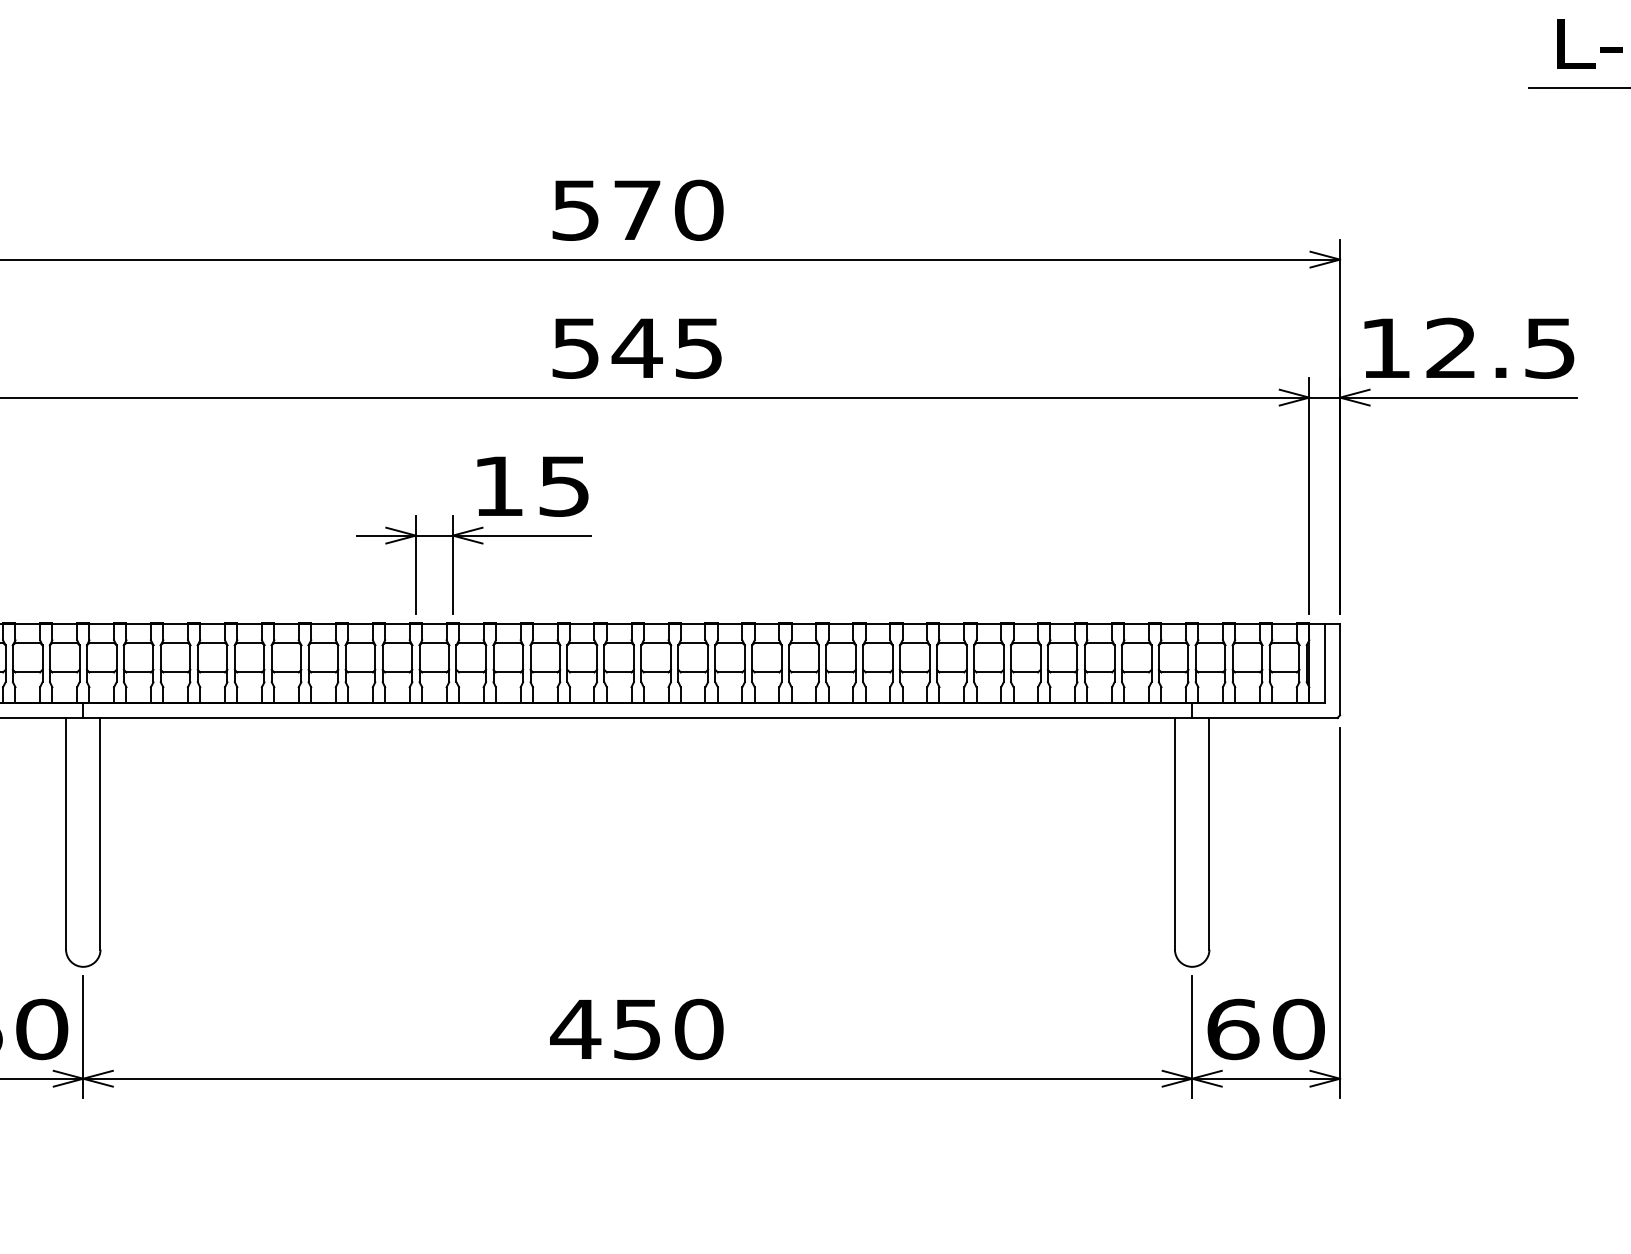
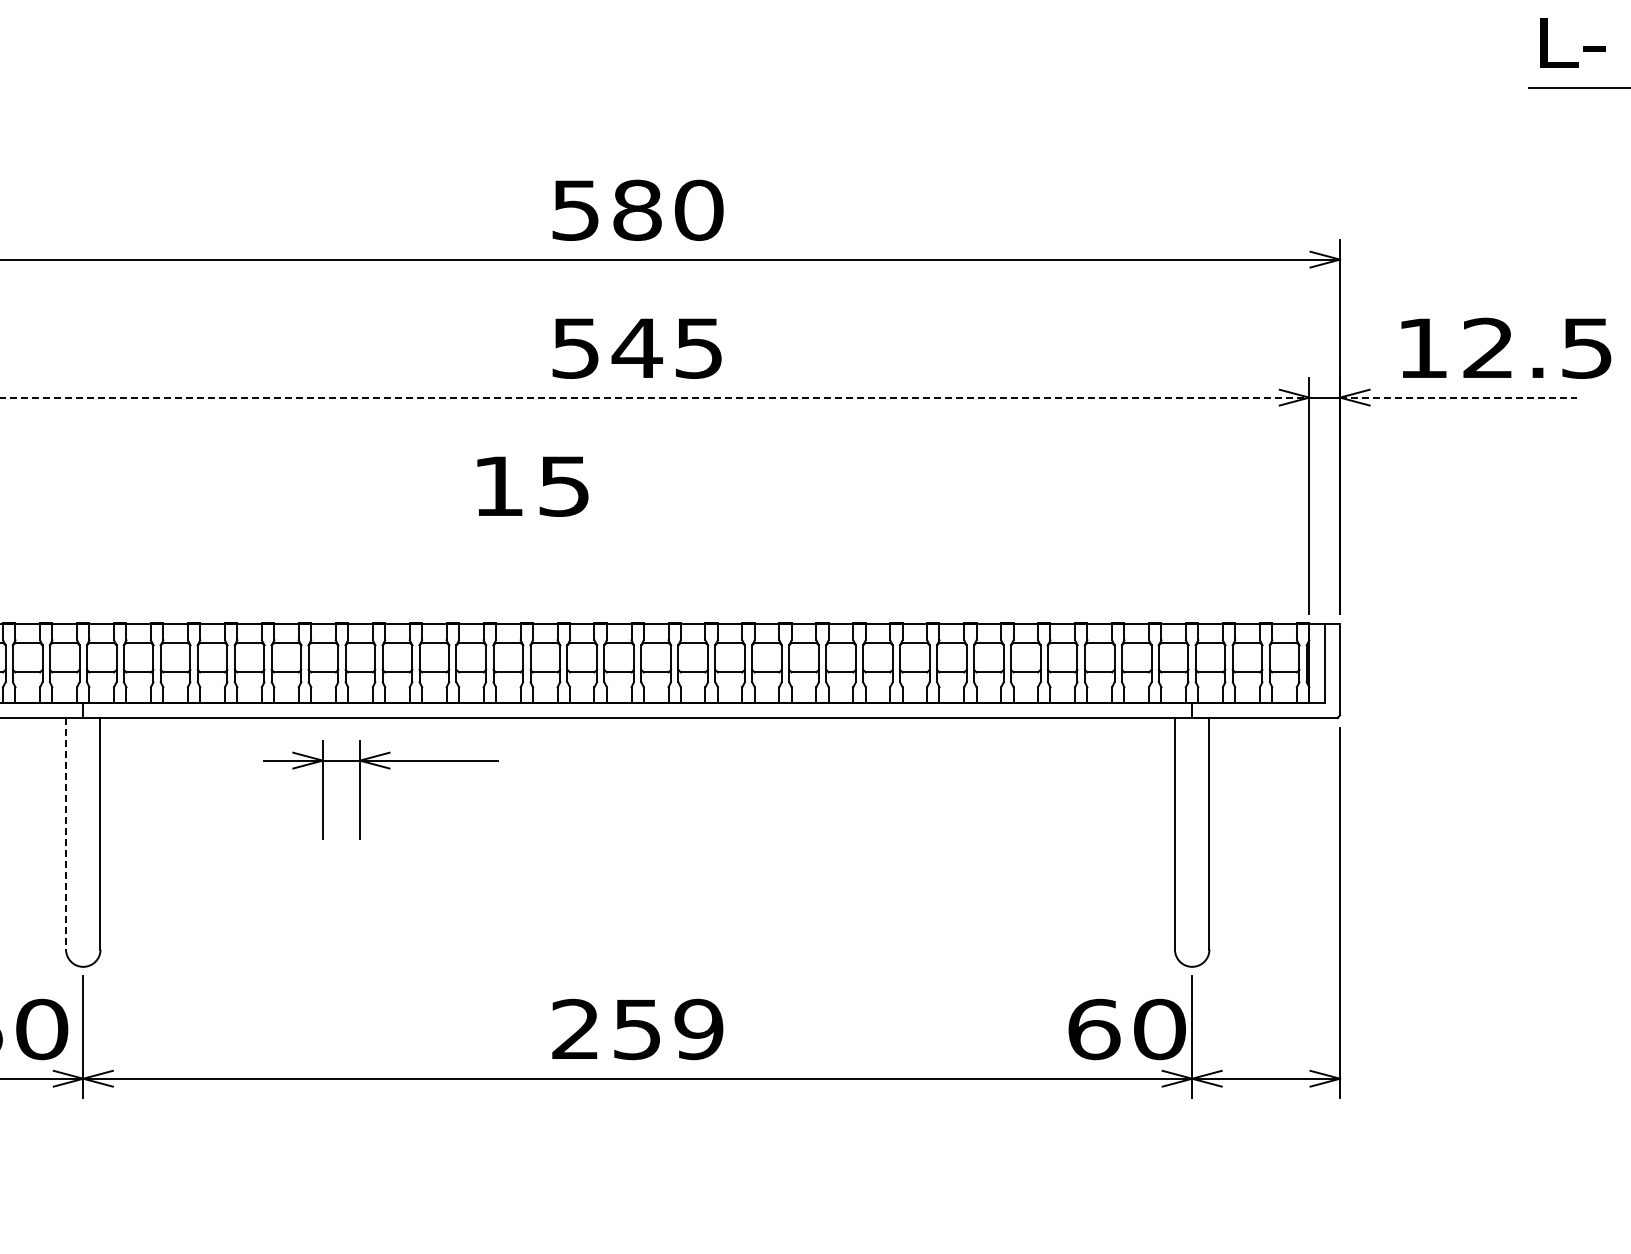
text at (1589, 43) position: (1589, 43) -> (1572, 42)
text at (637, 209): 570 -> 580
text at (1469, 347) position: (1469, 347) -> (1506, 347)
line at (654, 397): solid -> dashed
line at (1458, 397): solid -> dashed
part at (453, 564) position: (453, 564) -> (360, 789)
line at (65, 833): solid -> dashed
text at (636, 1029): 450 -> 259
text at (1265, 1029) position: (1265, 1029) -> (1126, 1029)
